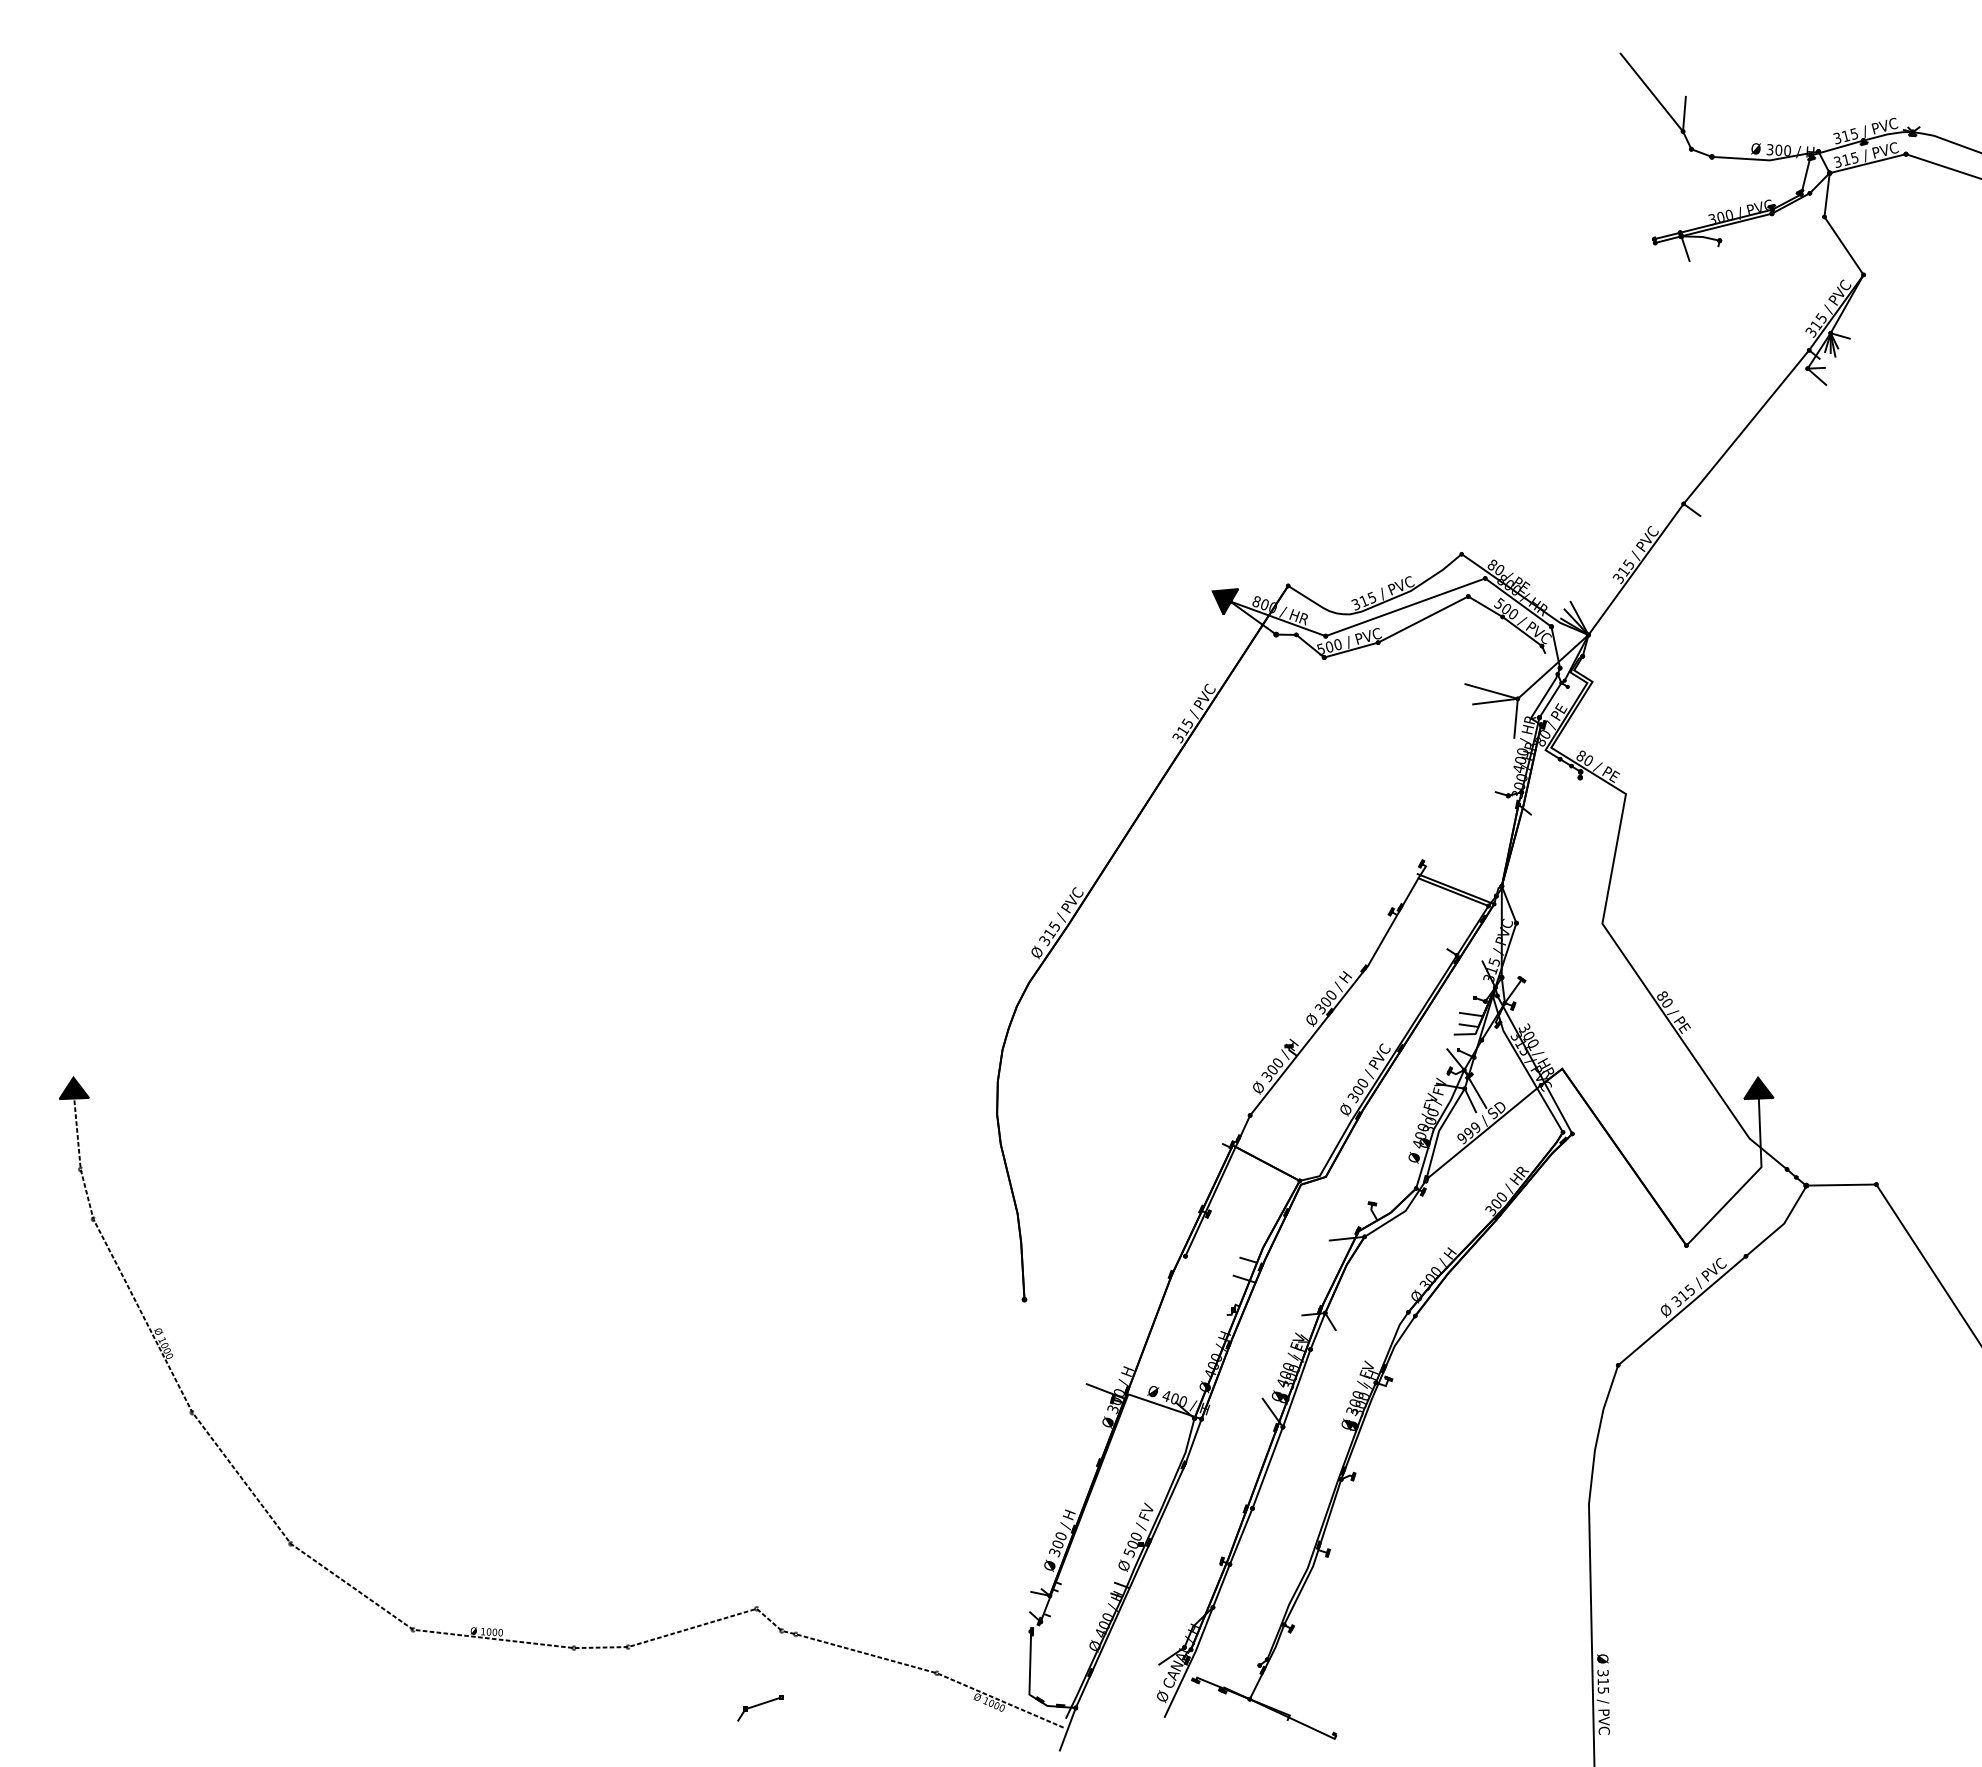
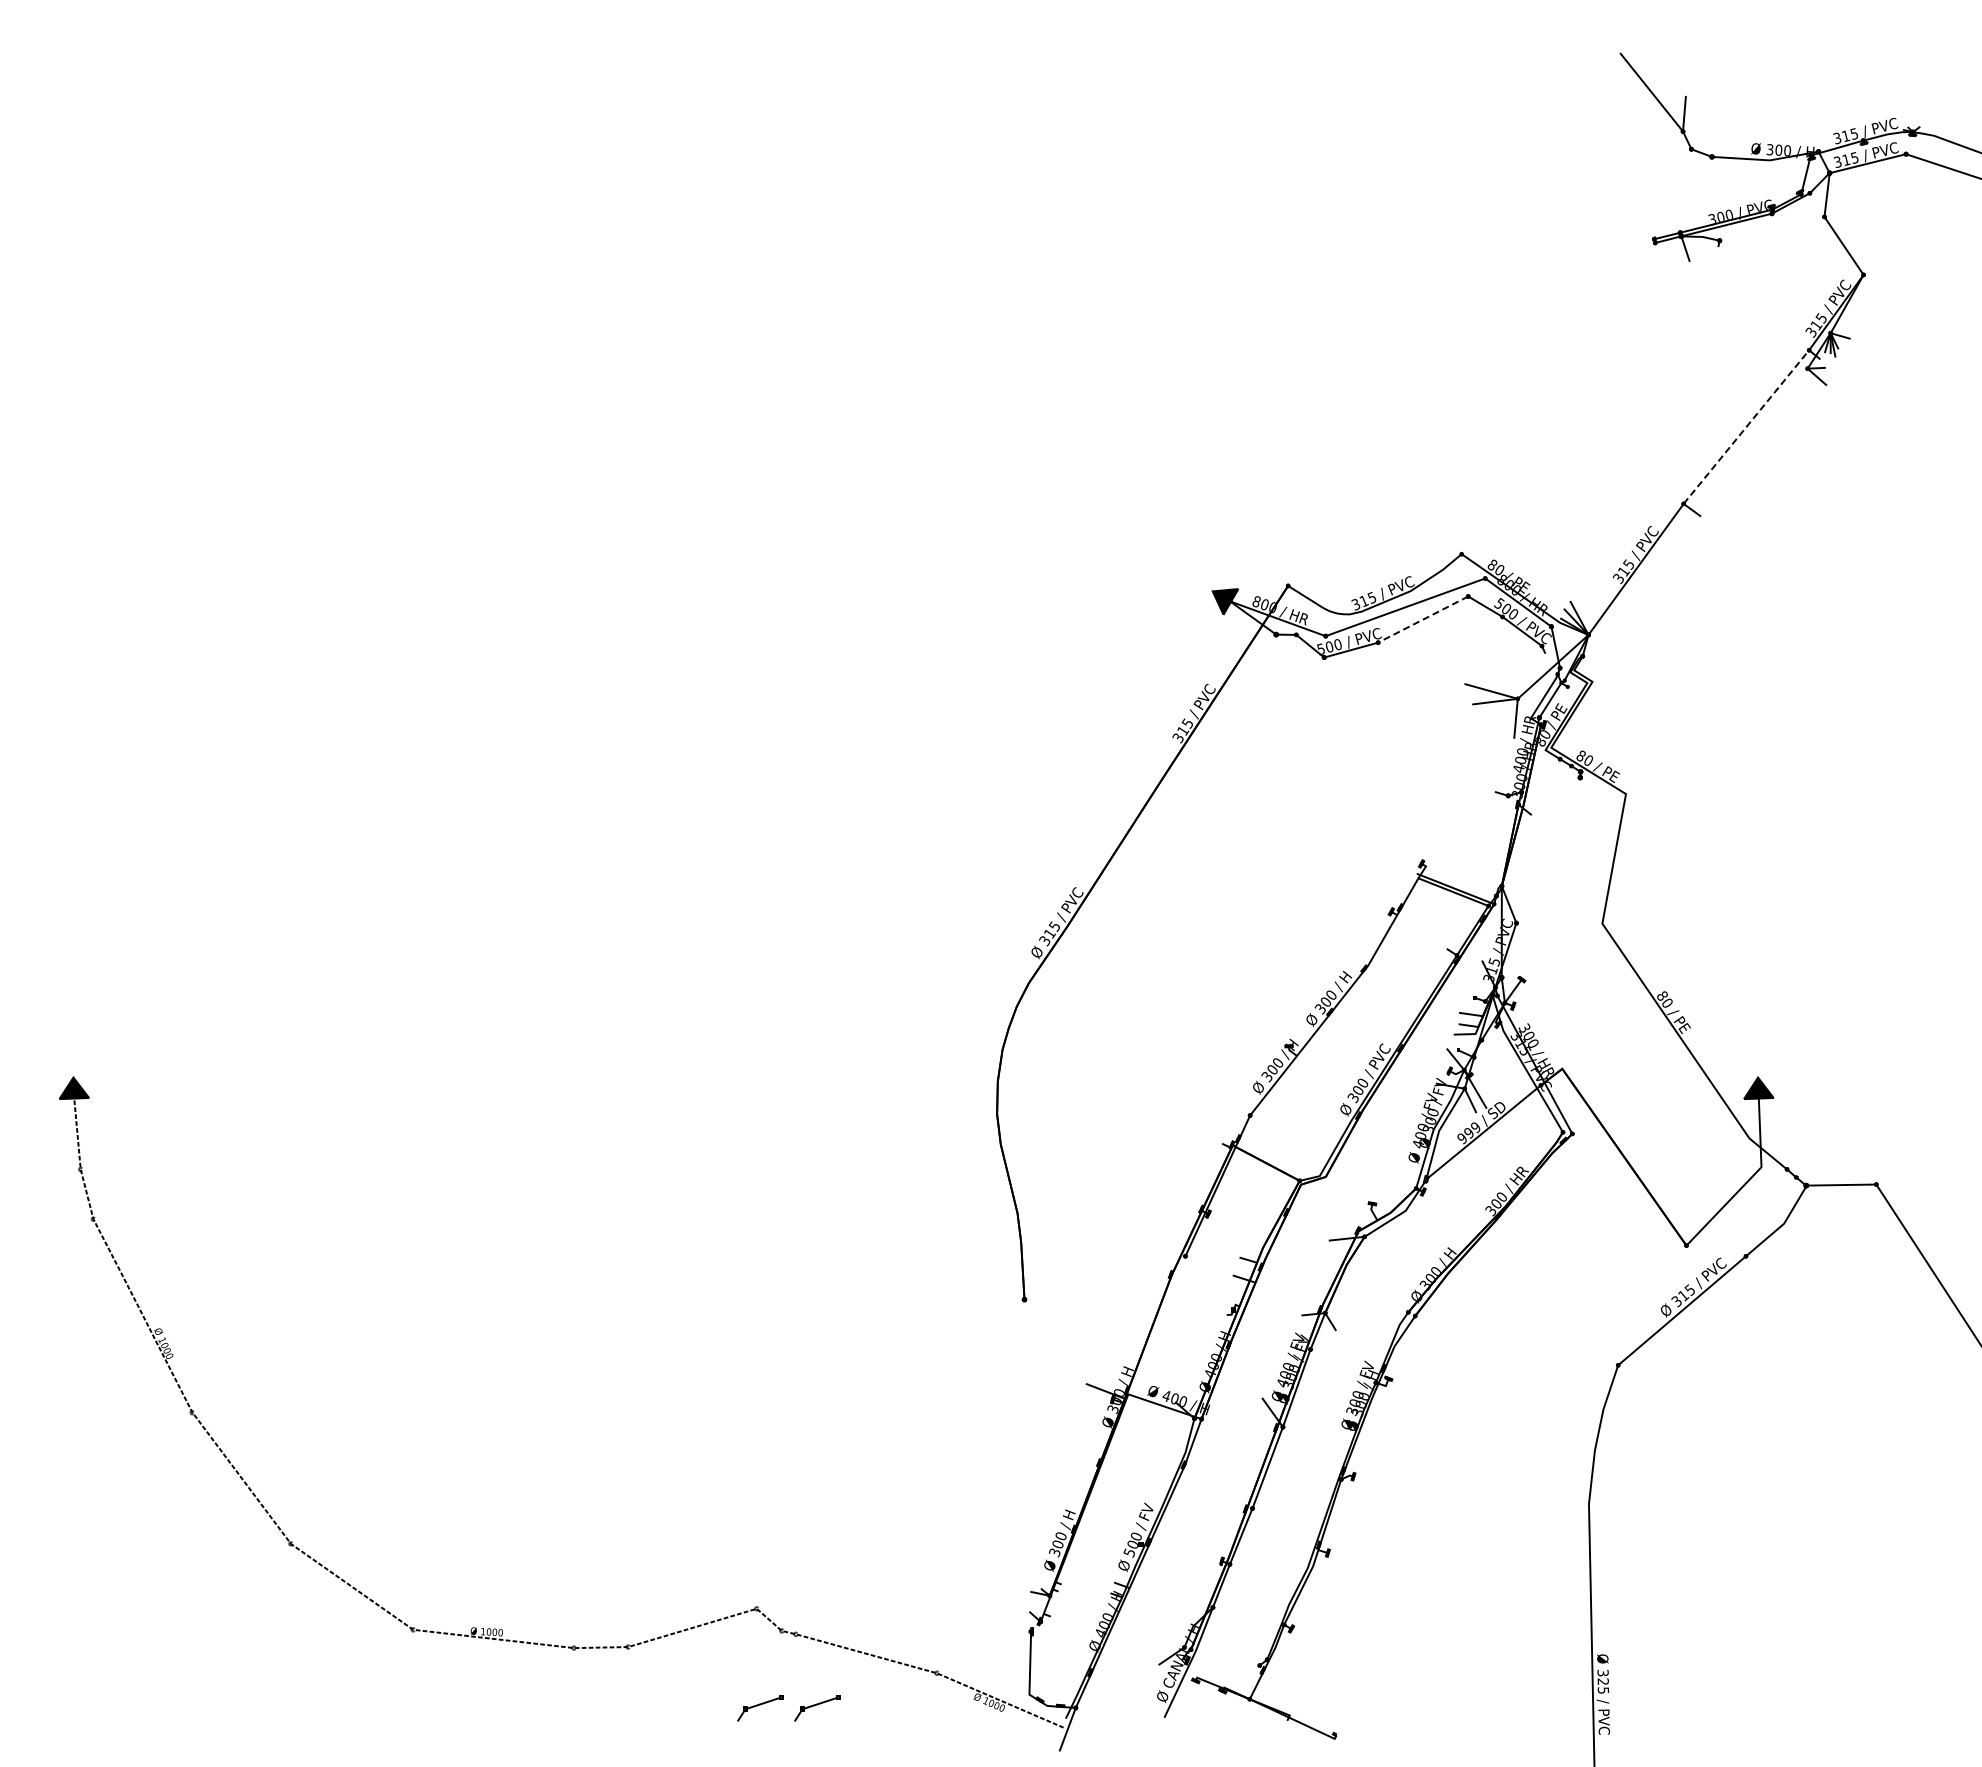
line at (1746, 426): solid -> dashed
line at (1423, 619): solid -> dashed
text at (1602, 1681): 315 -> 325
part at (817, 1708): none -> present
